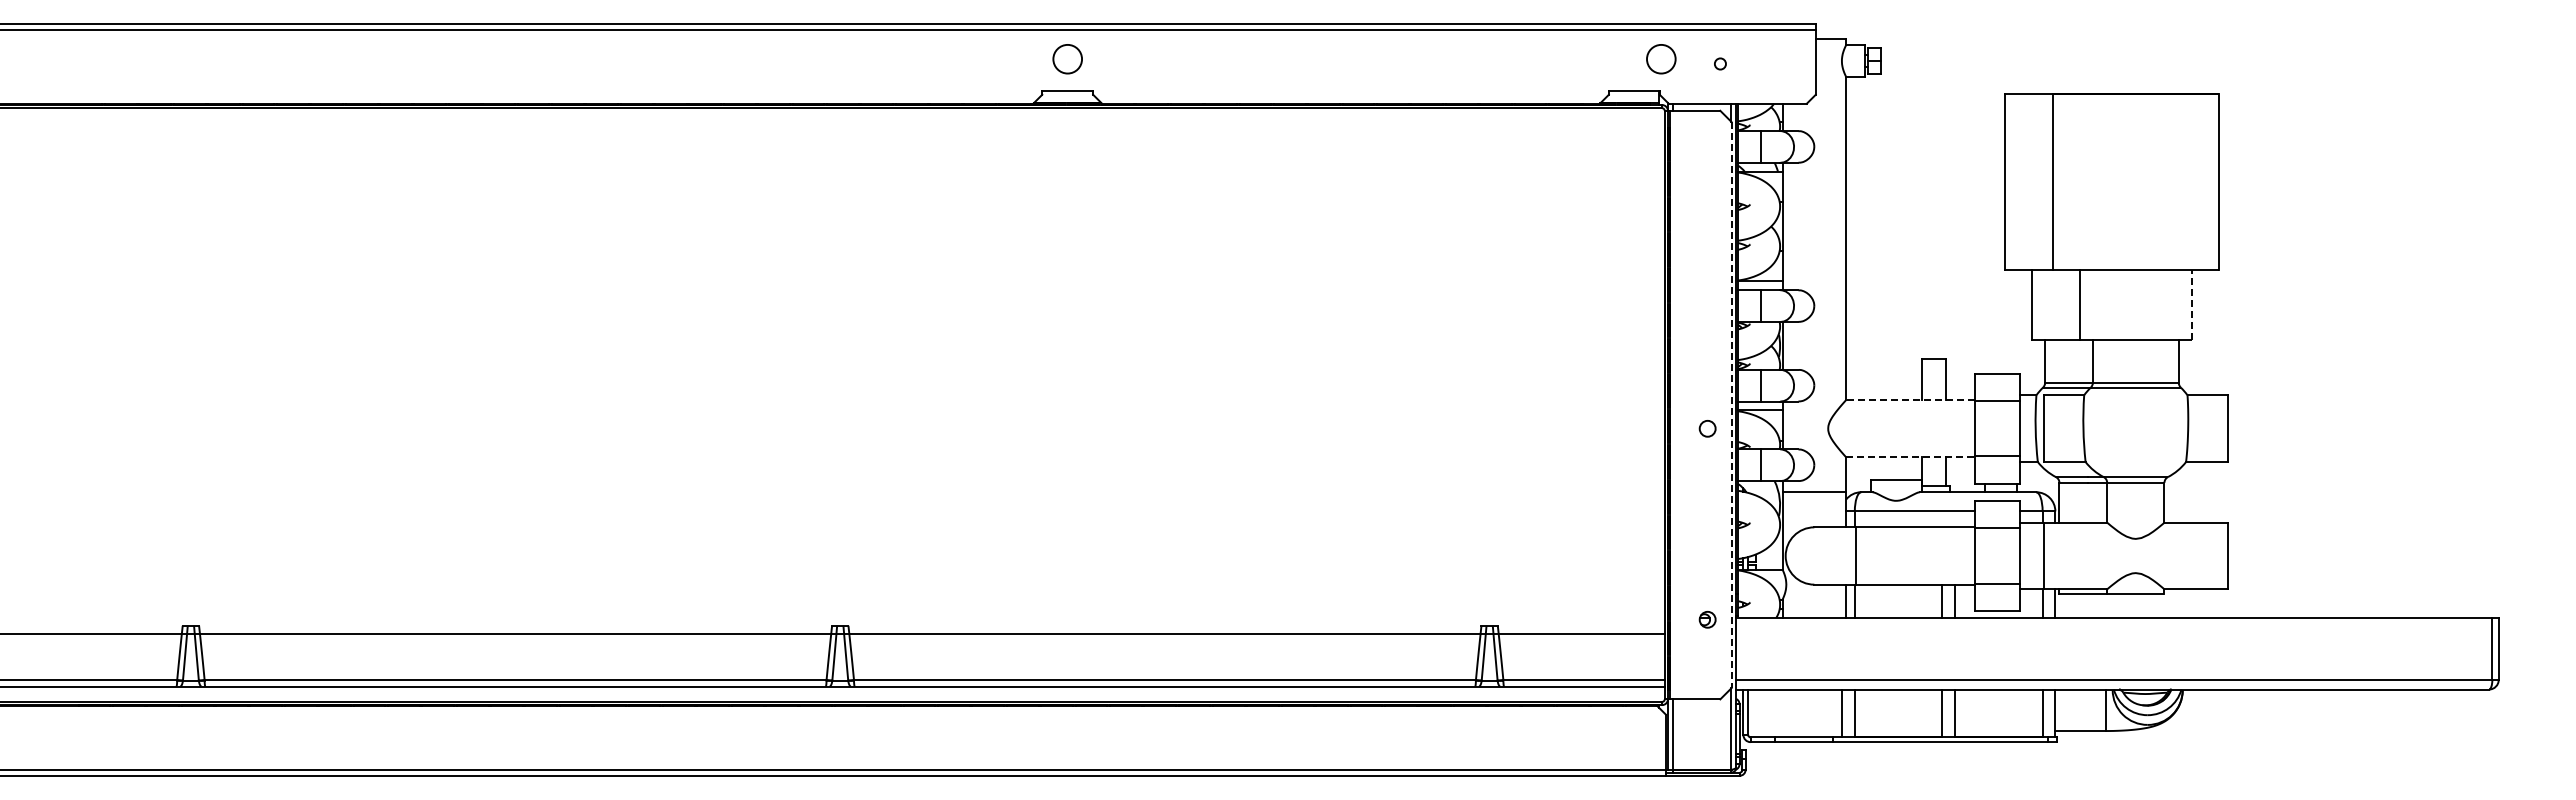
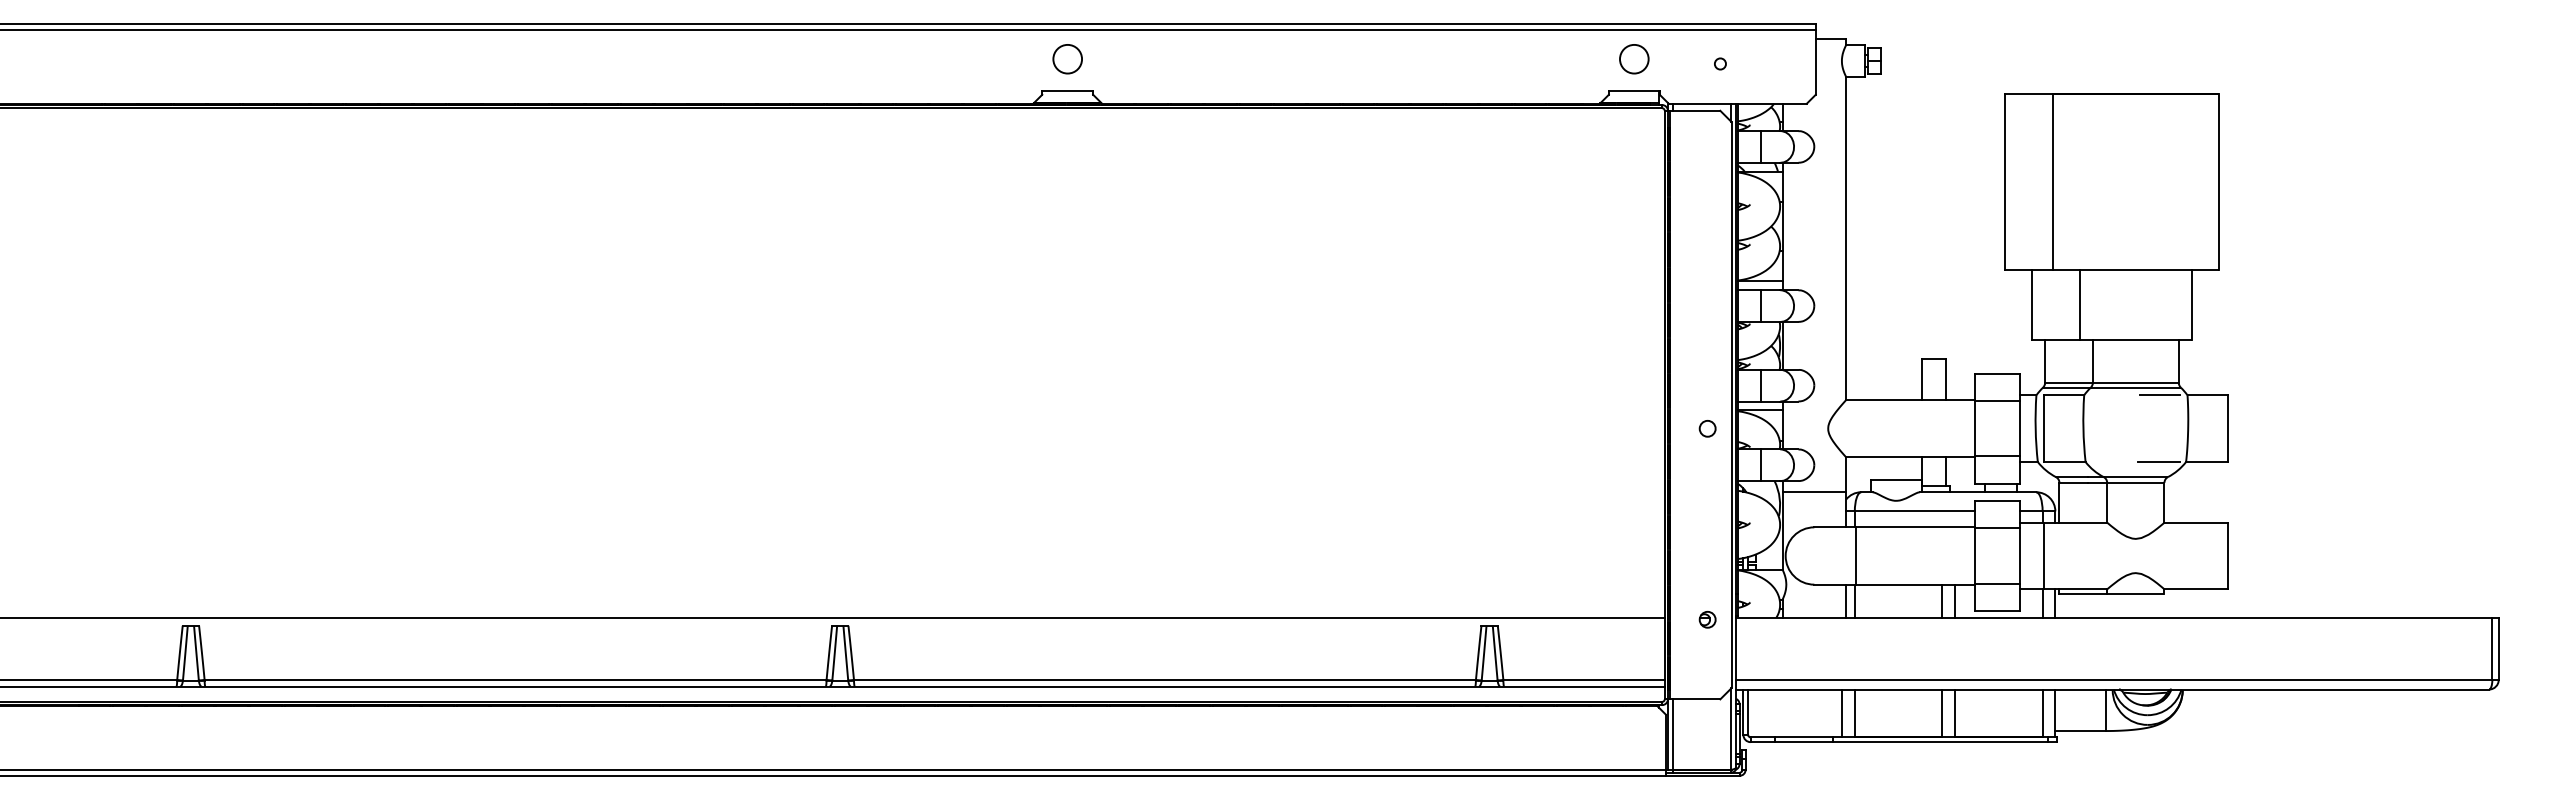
circle at (1661, 59) position: (1661, 59) -> (1634, 59)
line at (2191, 304): dashed -> solid
line at (2159, 395): none -> present
line at (1910, 400): dashed -> solid
line at (1731, 405): dashed -> solid
line at (1910, 457): dashed -> solid
line at (2159, 462): none -> present
line at (833, 633) position: (833, 633) -> (833, 617)
